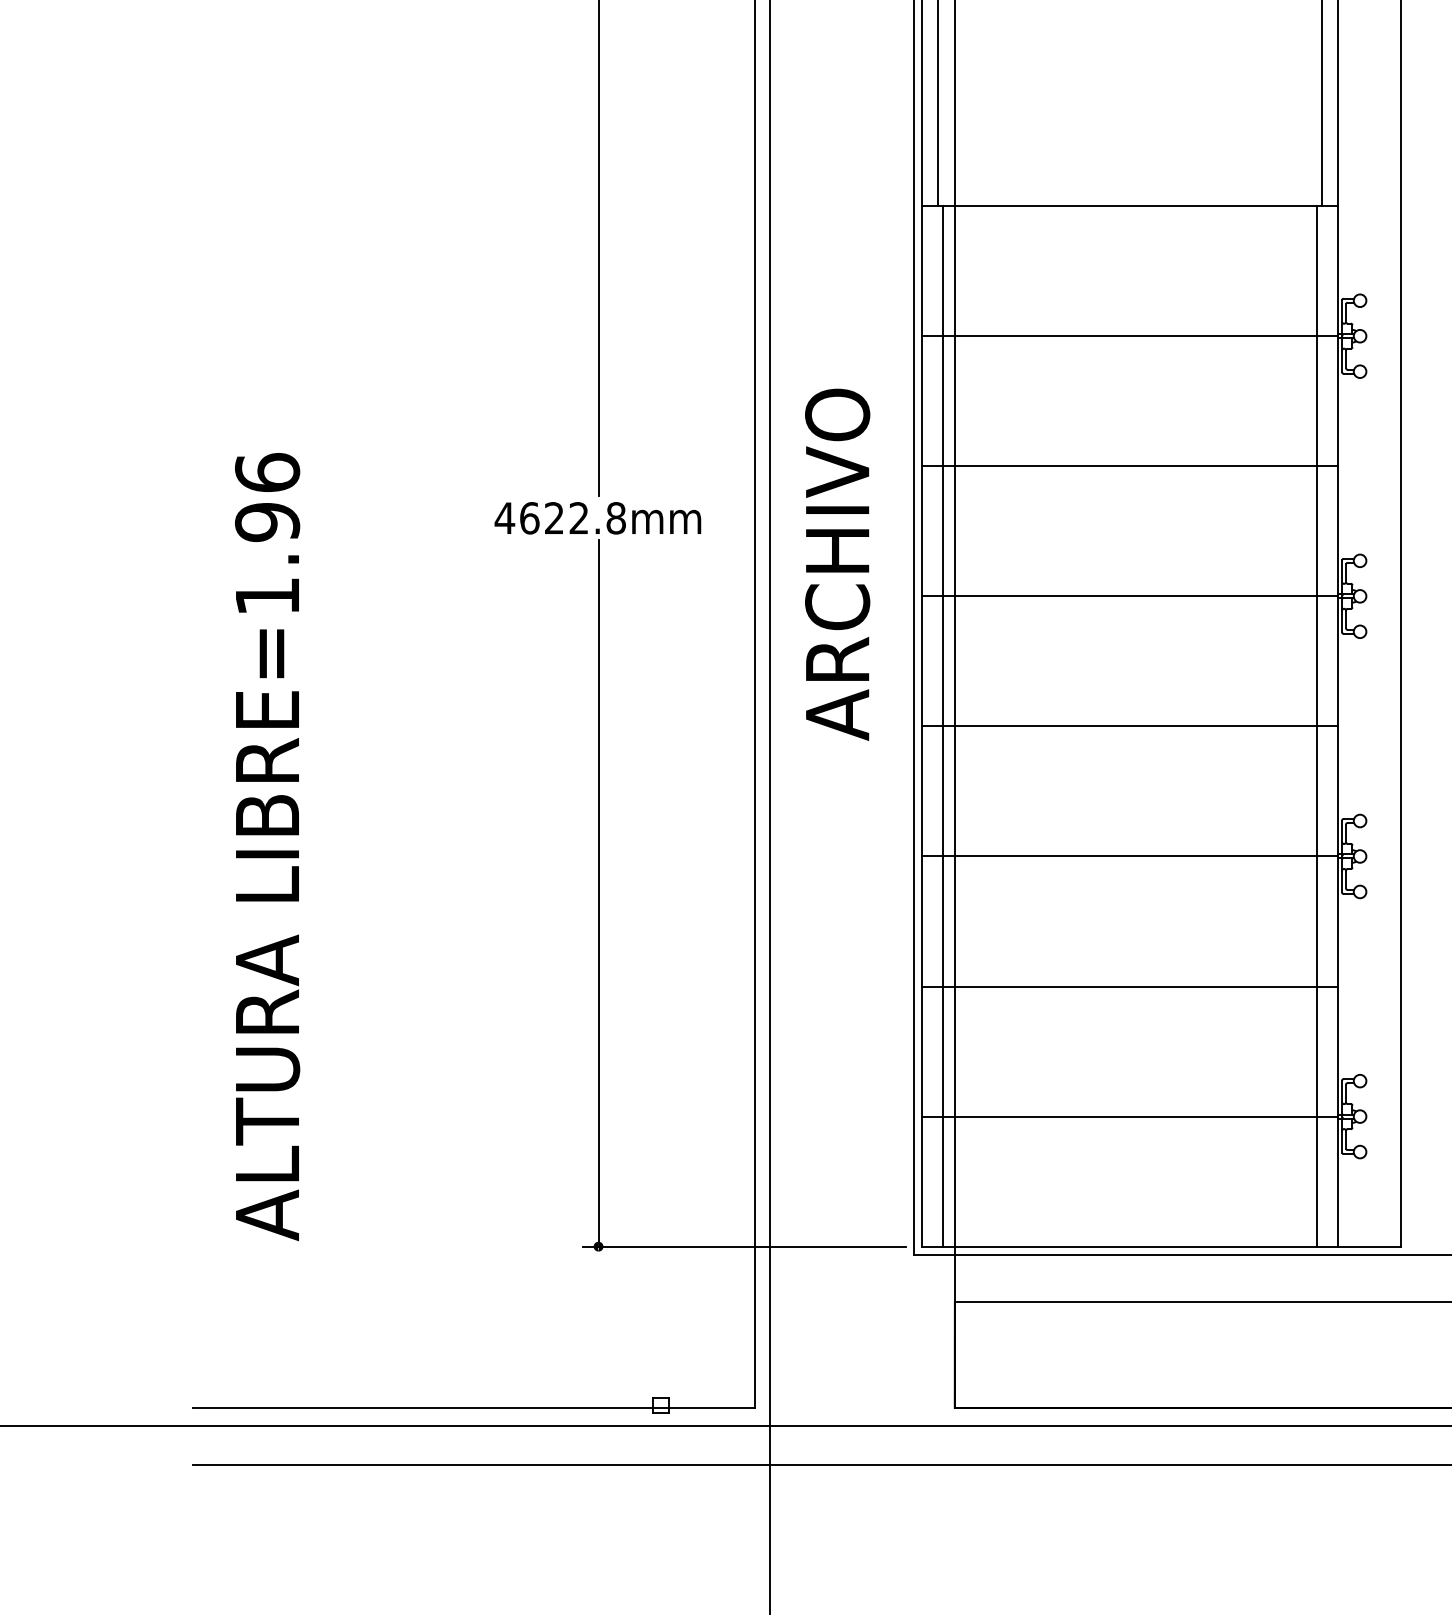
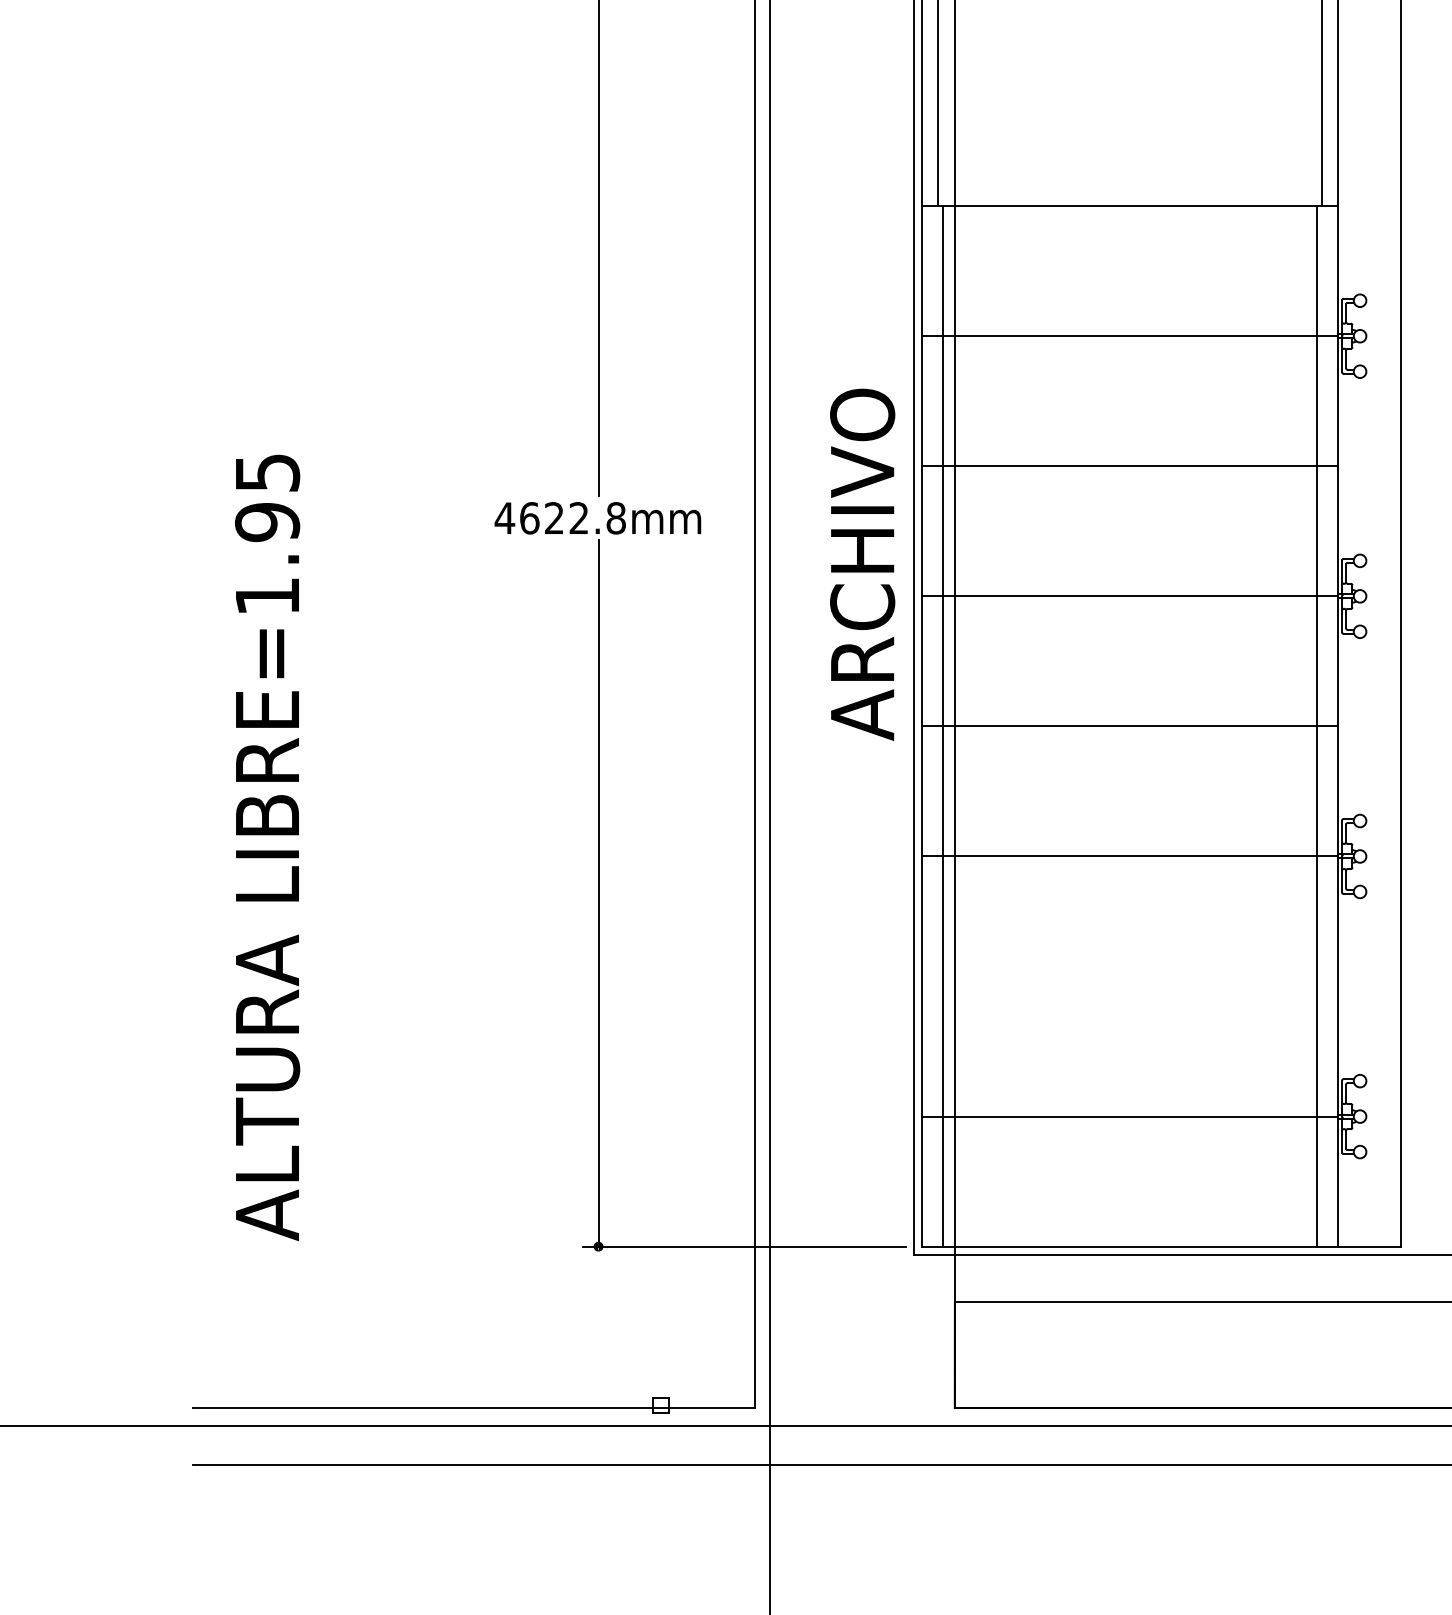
text at (267, 472): LIBRE=1.96 -> LIBRE=1.95
text at (837, 564) position: (837, 564) -> (862, 564)
line at (1129, 986): present -> none
